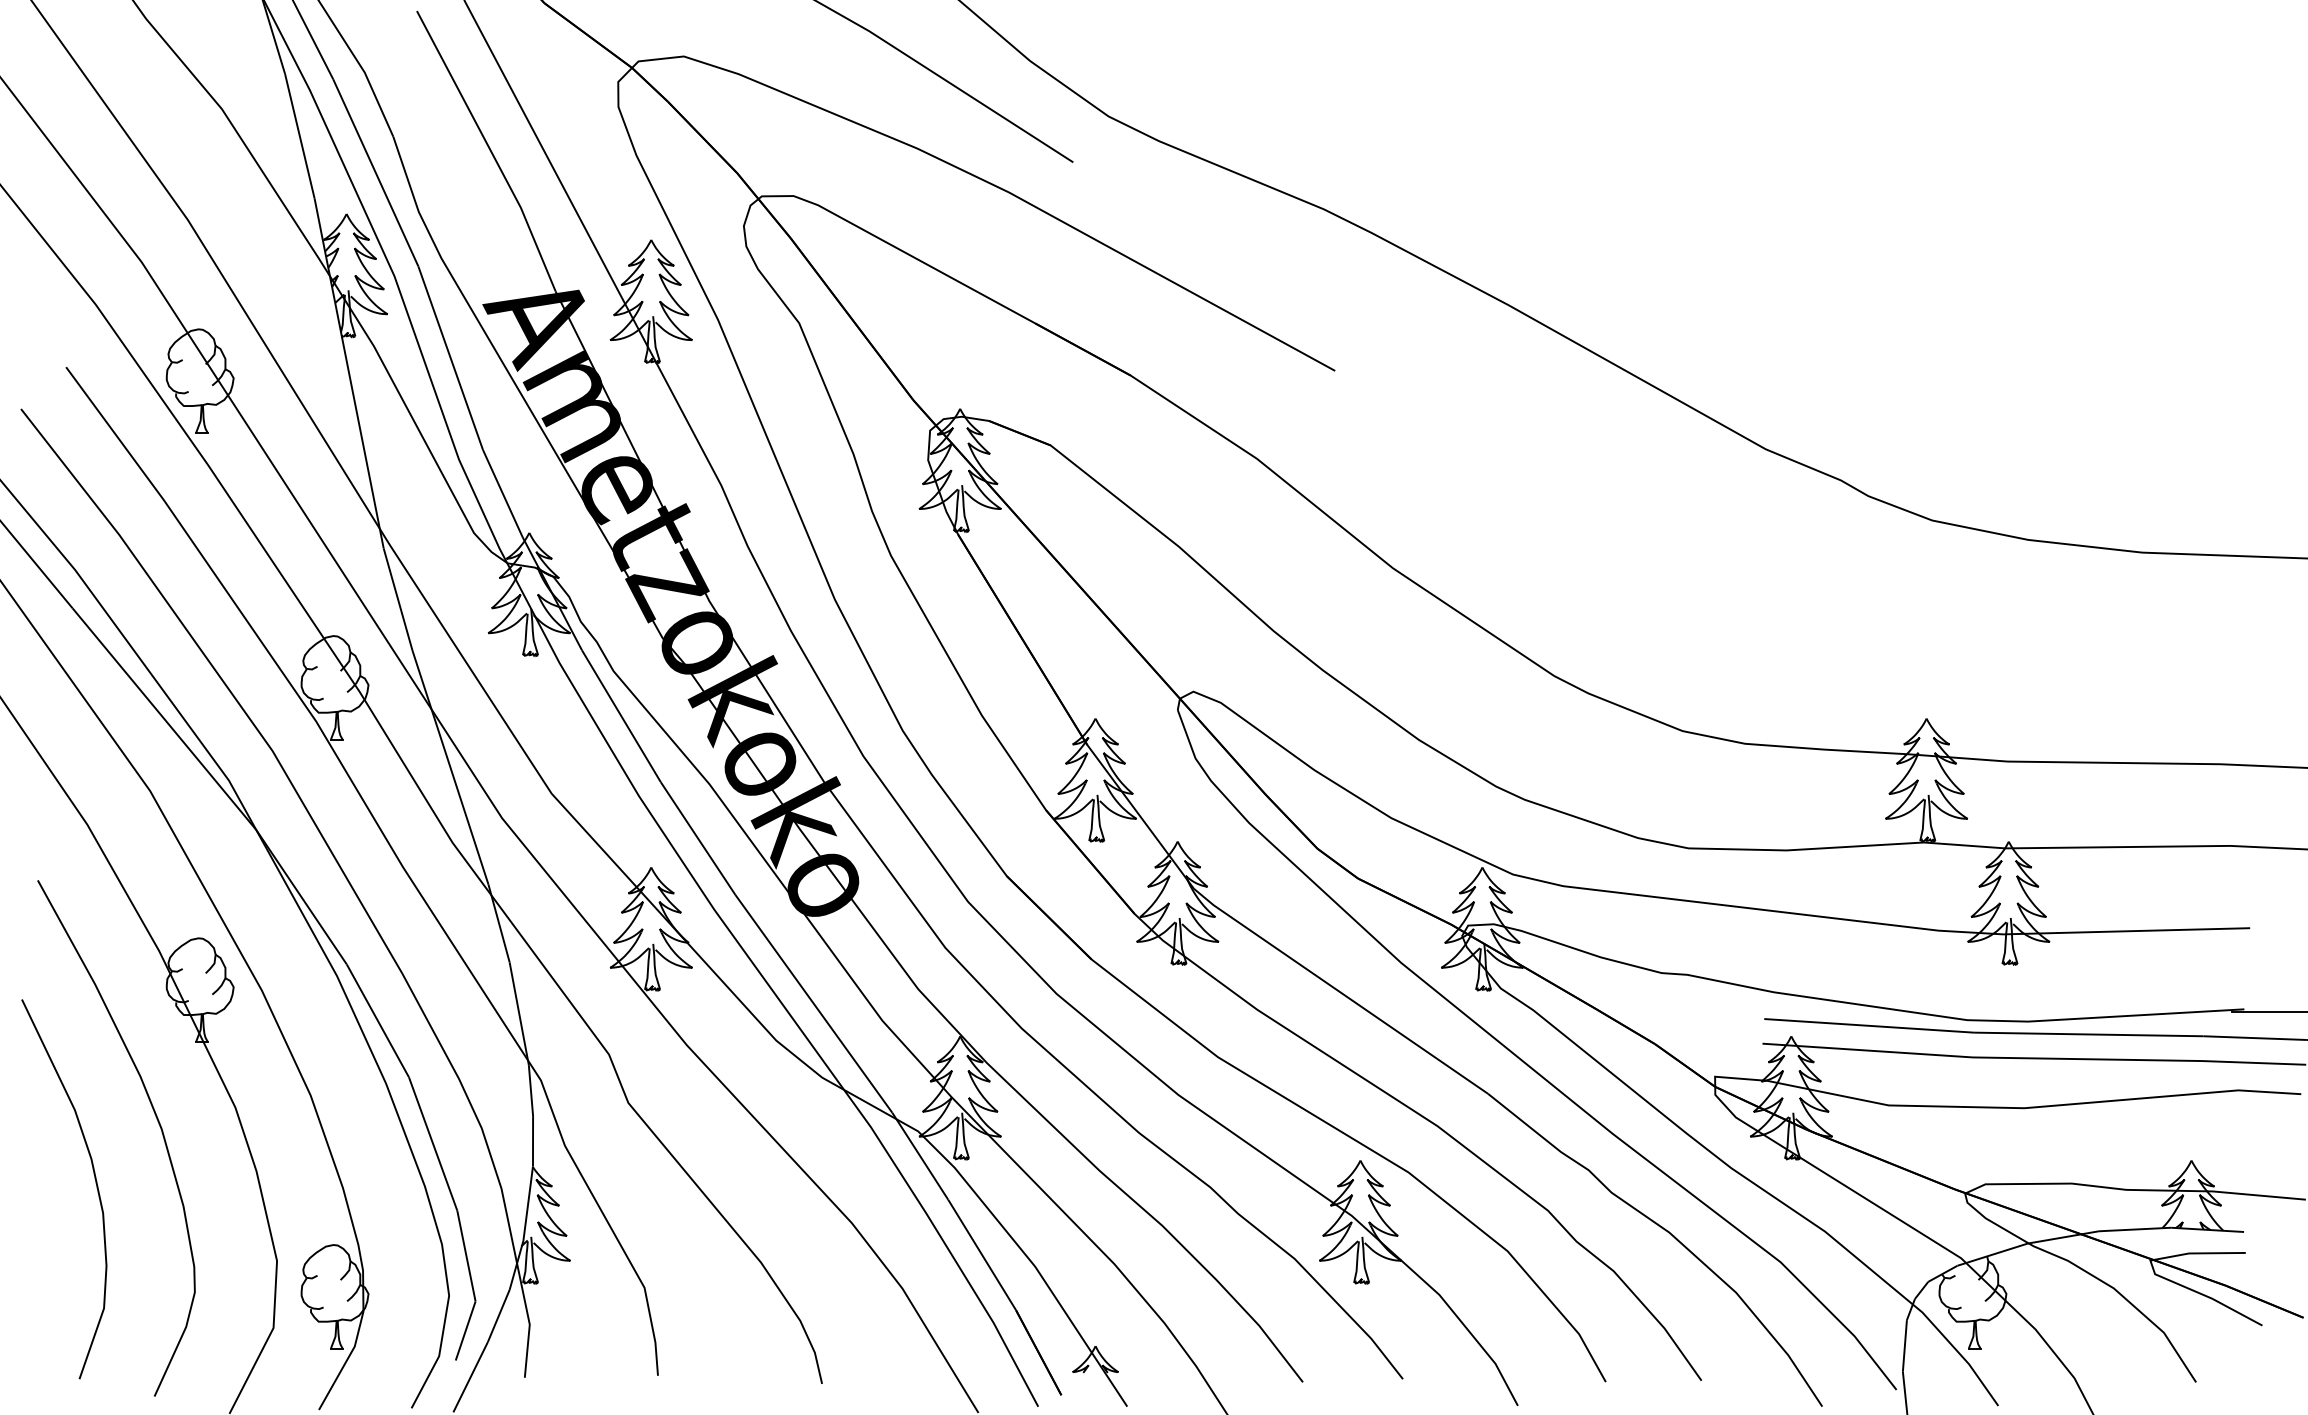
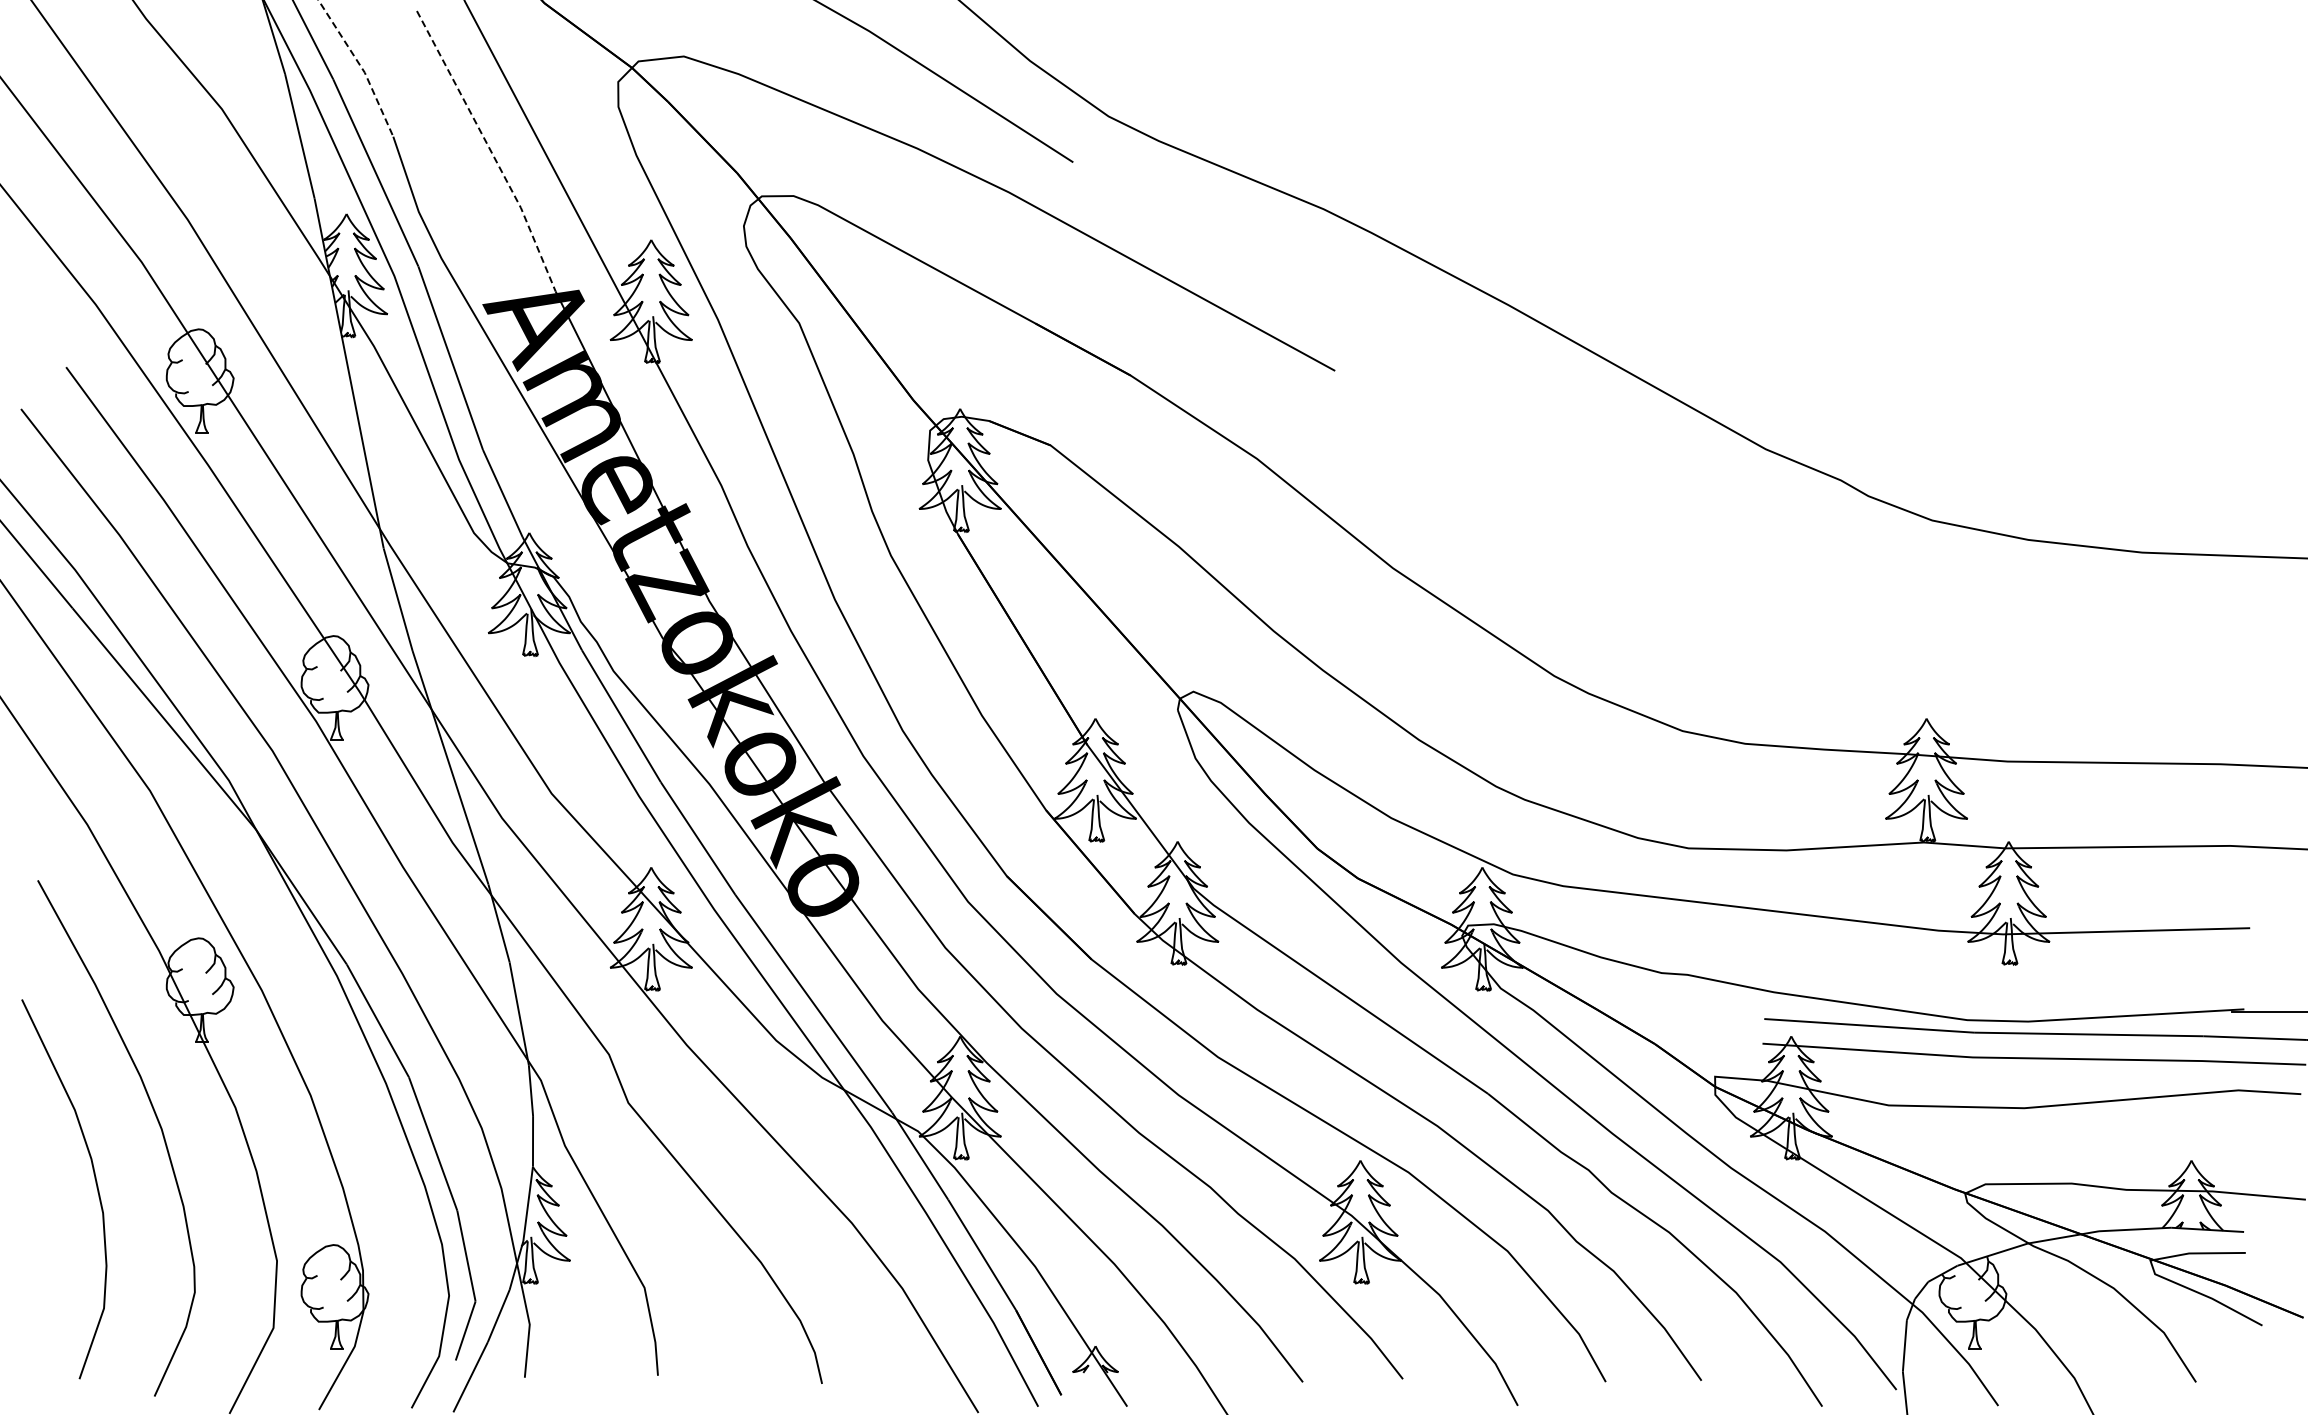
line at (361, 66): solid -> dashed
line at (490, 150): solid -> dashed
